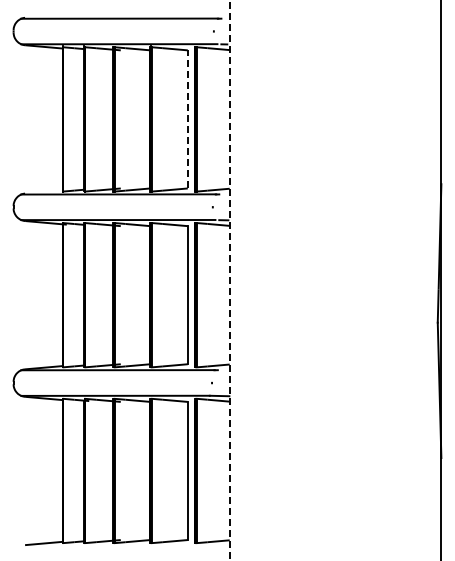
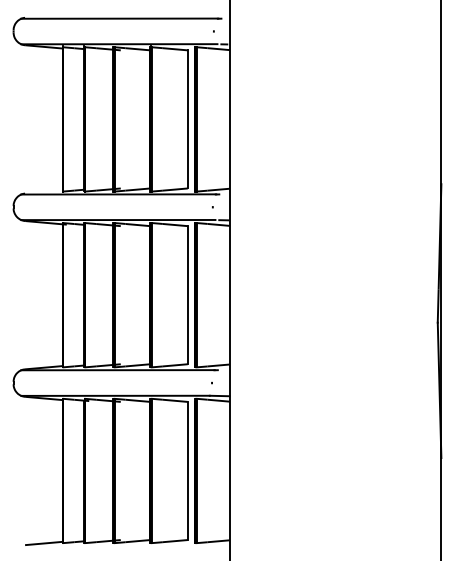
line at (187, 118): dashed -> solid
line at (229, 280): dashed -> solid
